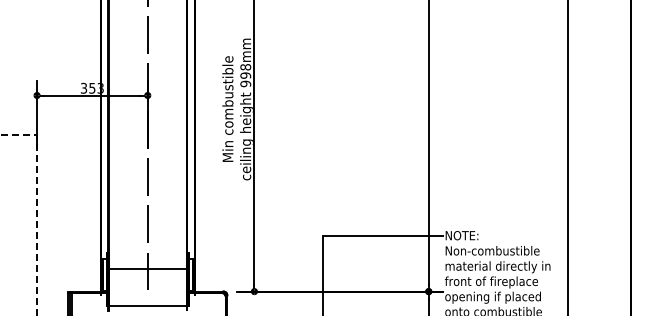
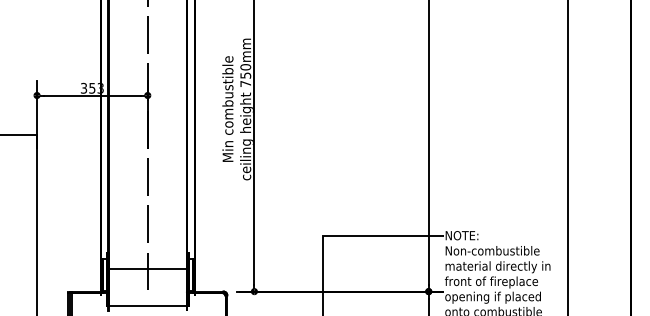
text at (245, 75): 998mm -> 750mm
line at (37, 206): dashed -> solid
